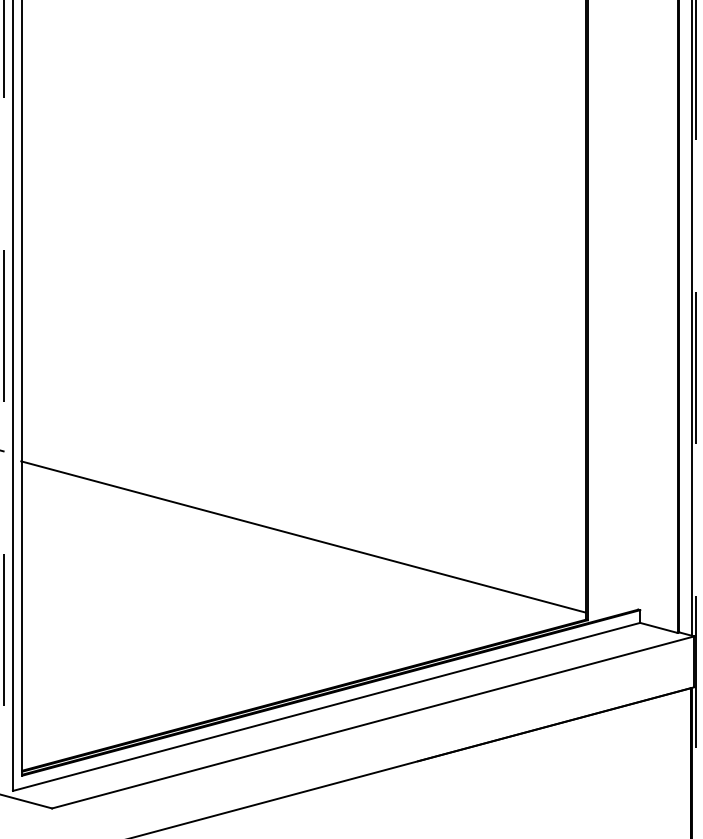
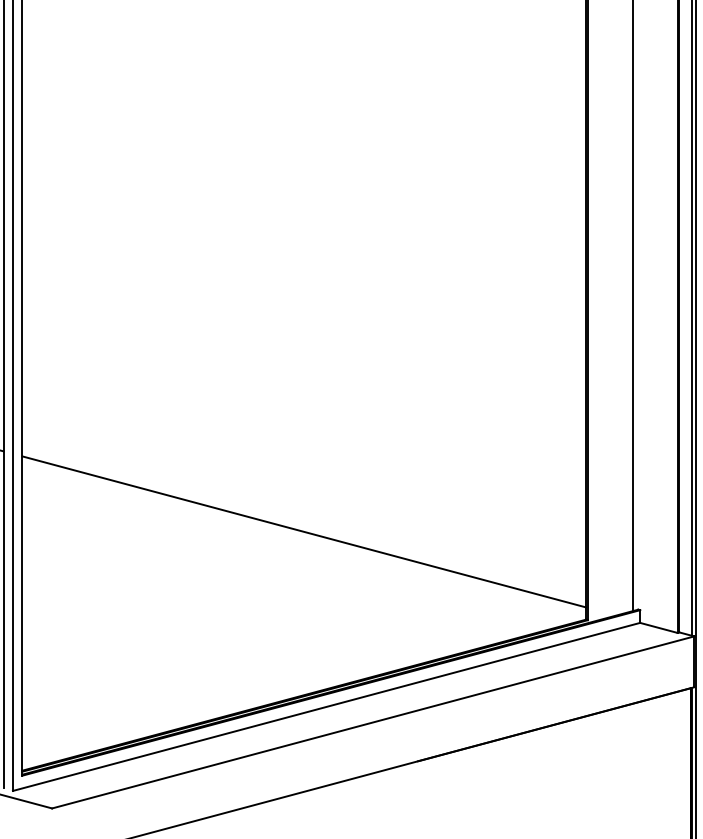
line at (632, 306): none -> present
line at (3, 394): dashed -> solid
line at (696, 419): dashed -> solid
line at (303, 536) position: (303, 536) -> (304, 531)
